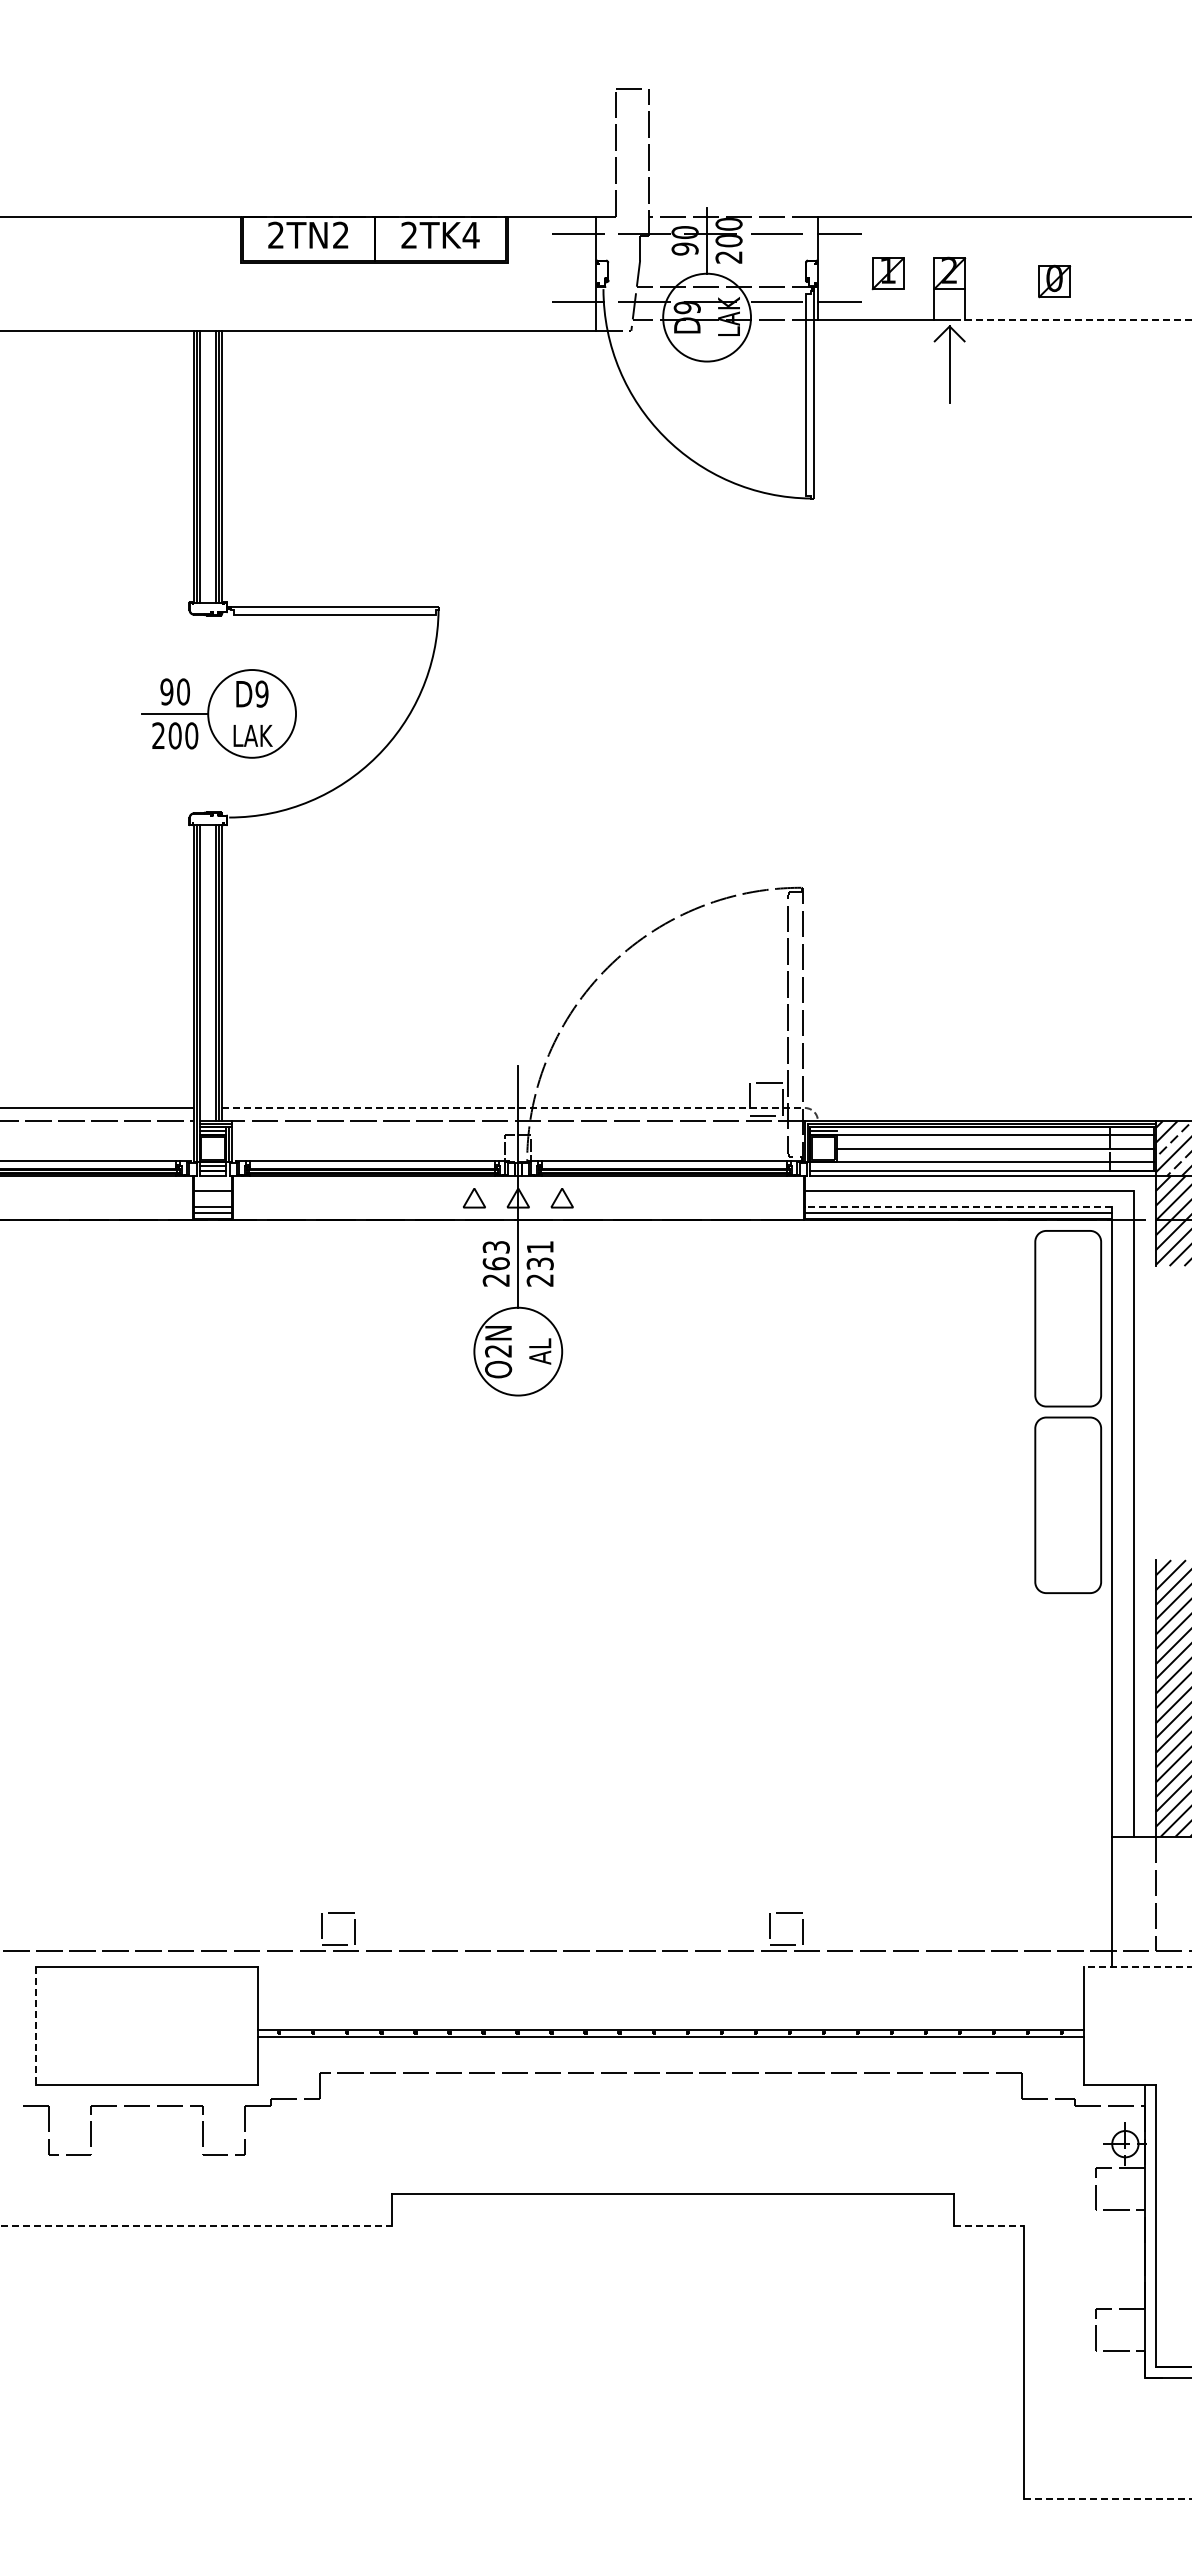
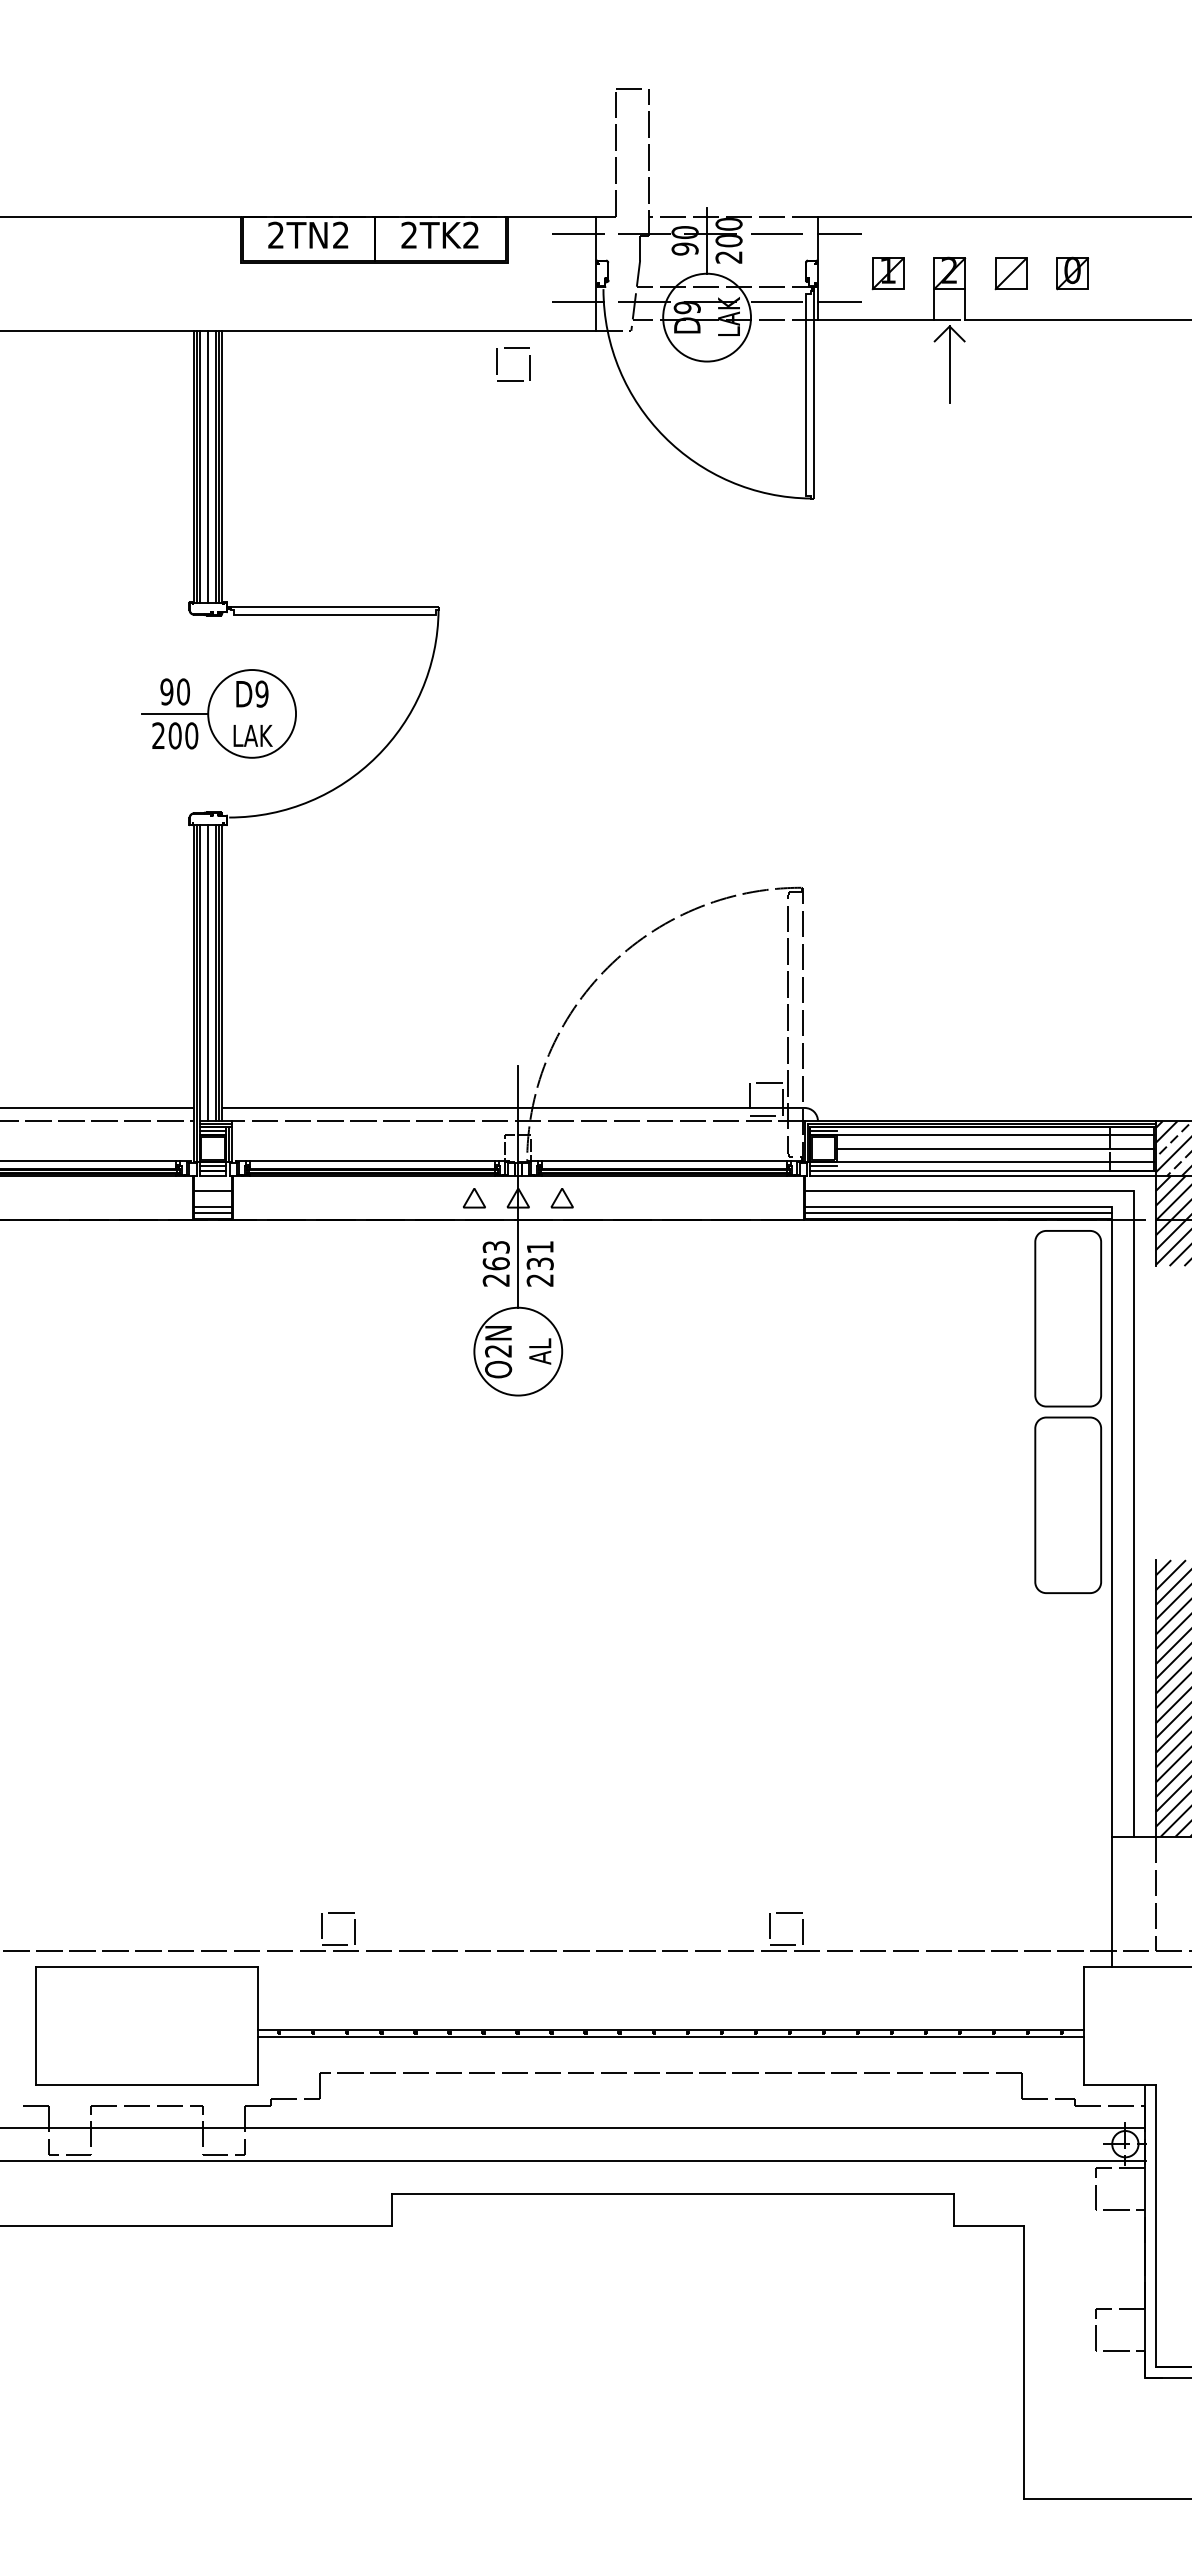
text at (470, 234): 2TK4 -> 2TK2
part at (1010, 273): none -> present
part at (1054, 281) position: (1054, 281) -> (1072, 273)
line at (1078, 319): dashed -> solid
part at (513, 348): none -> present
line at (208, 466): none -> present
line at (208, 972): none -> present
line at (529, 1107): dashed -> solid
line at (823, 1166): none -> present
line at (958, 1206): dashed -> solid
line at (1137, 1967): dashed -> solid
line at (35, 2026): dashed -> solid
line at (573, 2127): none -> present
line at (574, 2160): none -> present
line at (196, 2226): dashed -> solid
line at (989, 2226): dashed -> solid
line at (1108, 2498): dashed -> solid
